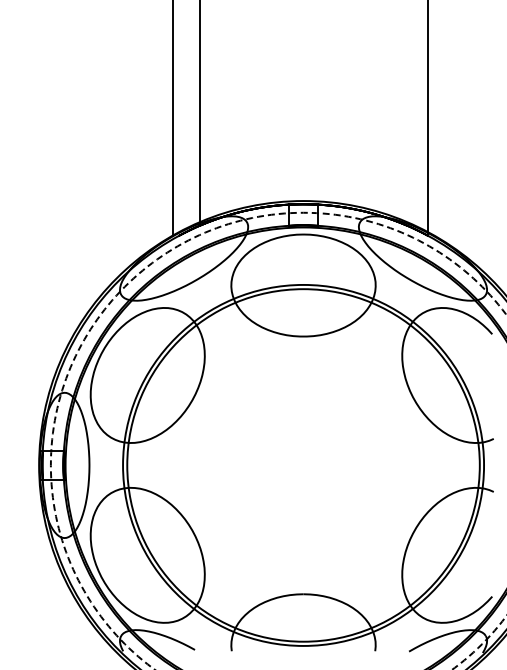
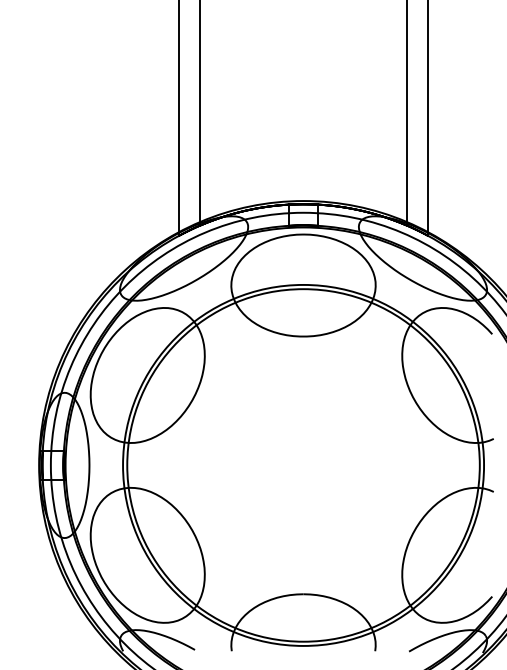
line at (406, 113): none -> present
line at (172, 118) position: (172, 118) -> (178, 118)
circle at (278, 440): dashed -> solid
